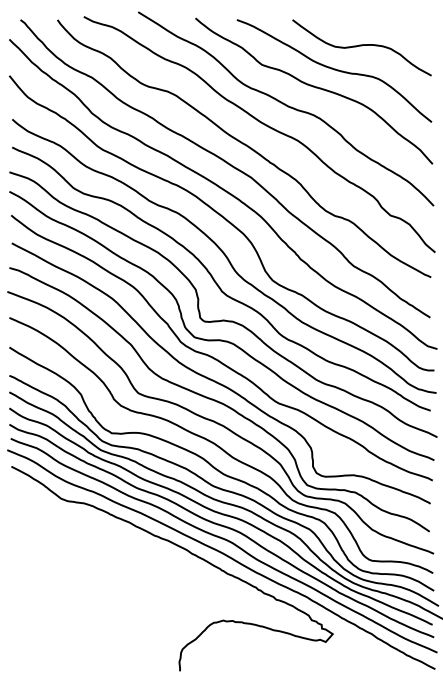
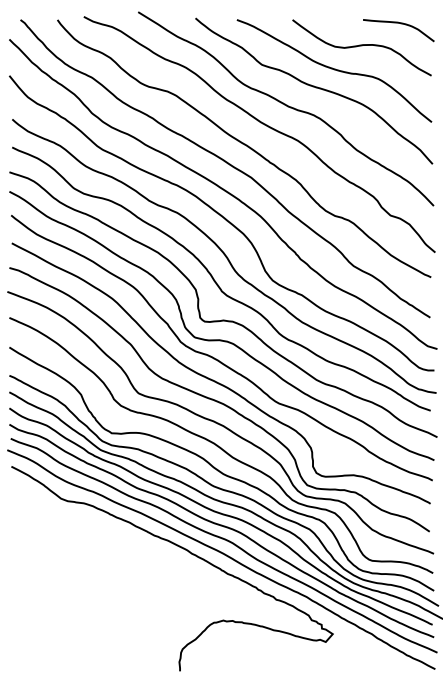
curve at (400, 24): none -> present
